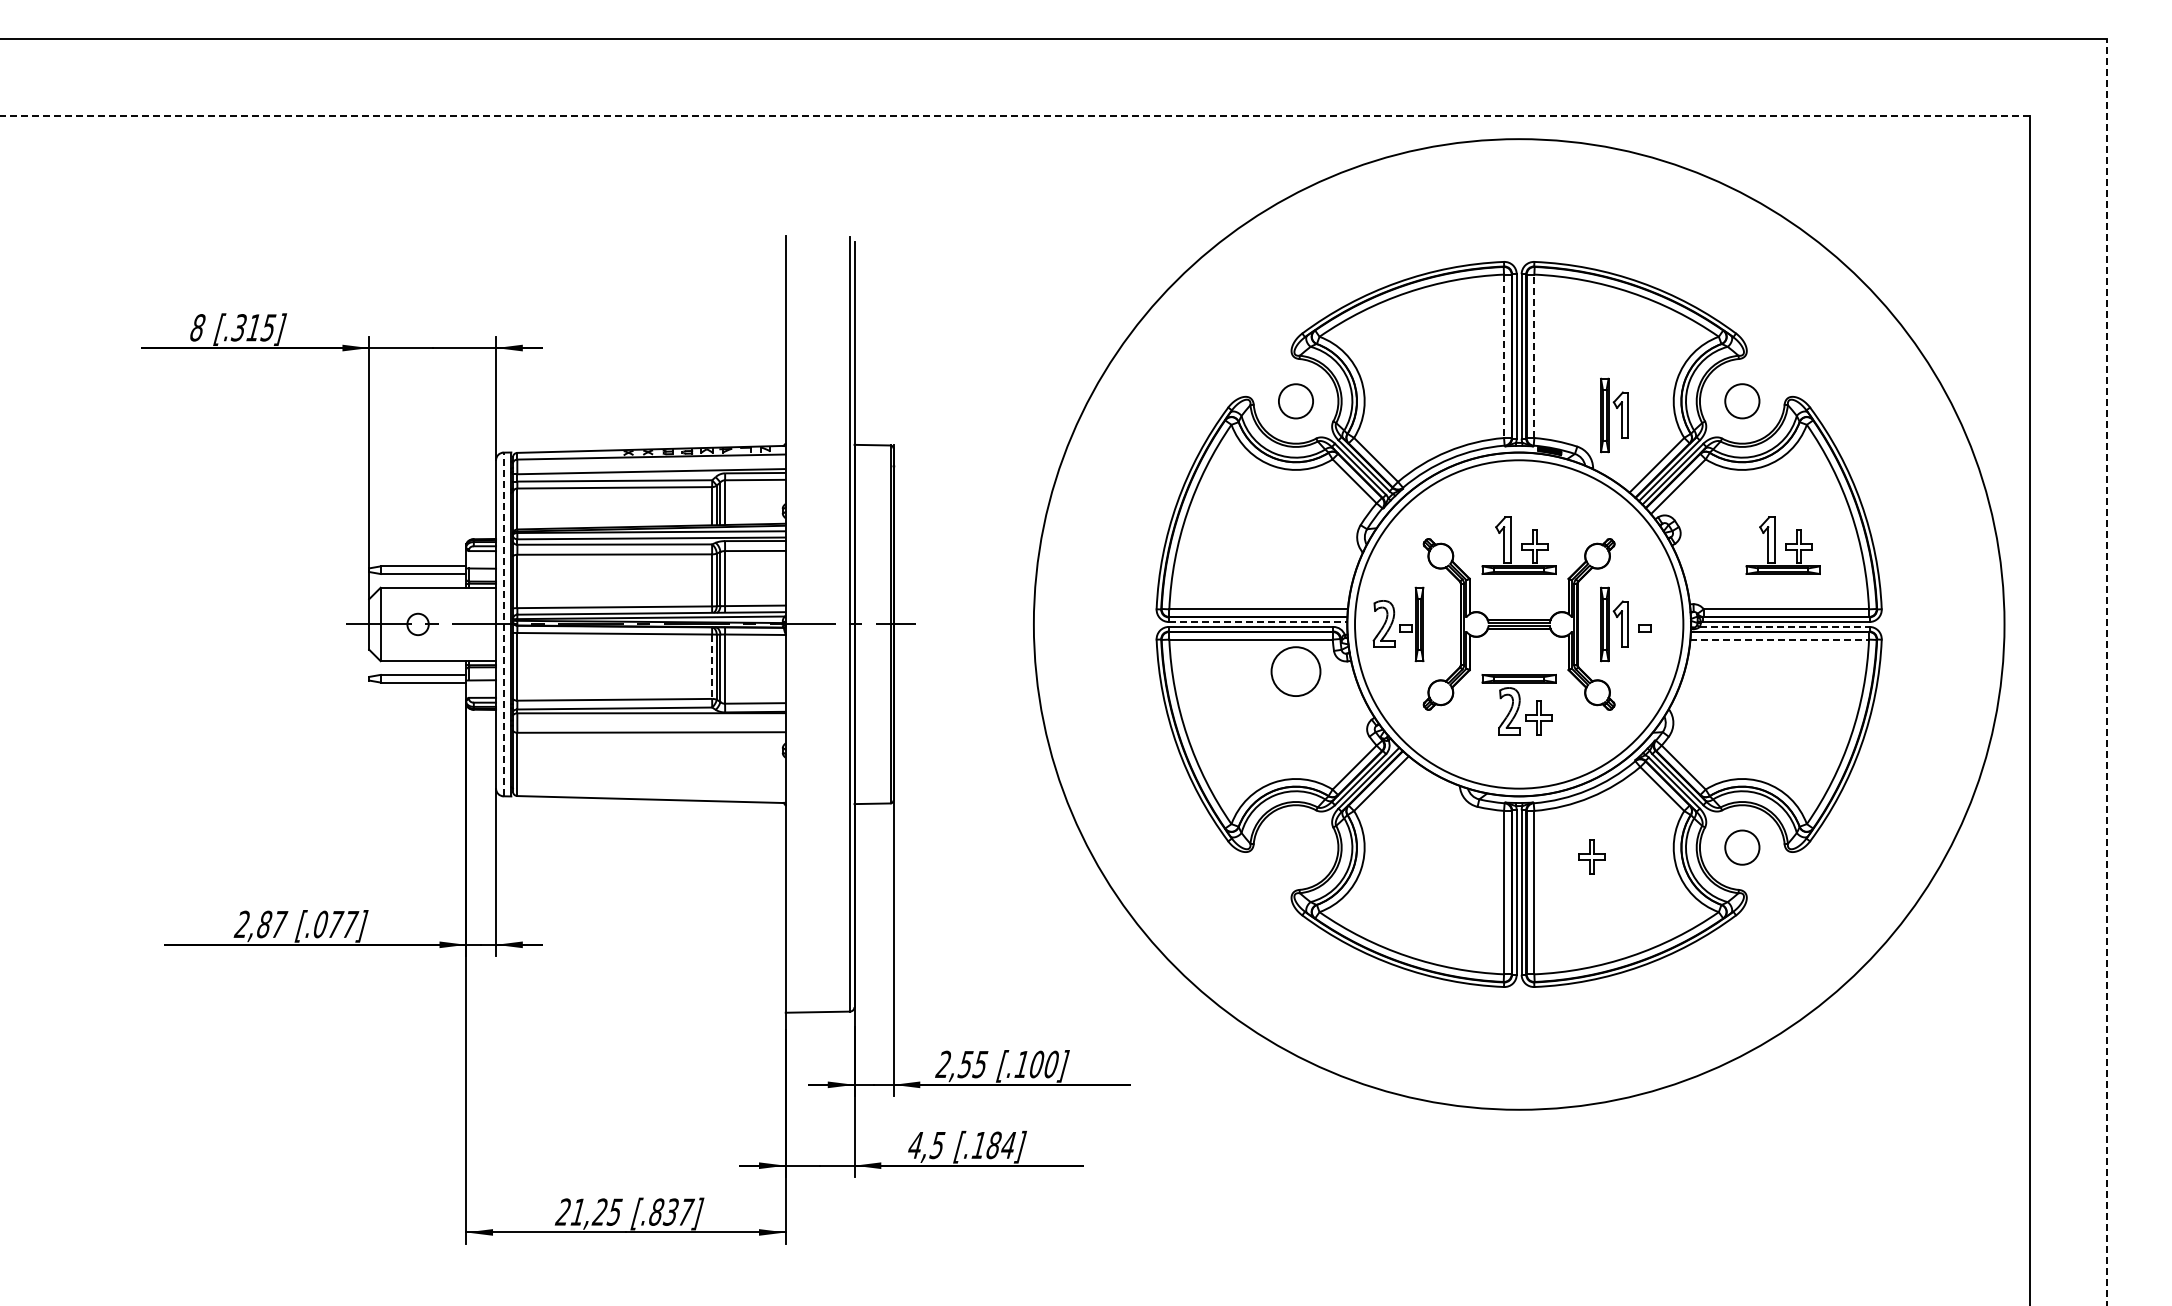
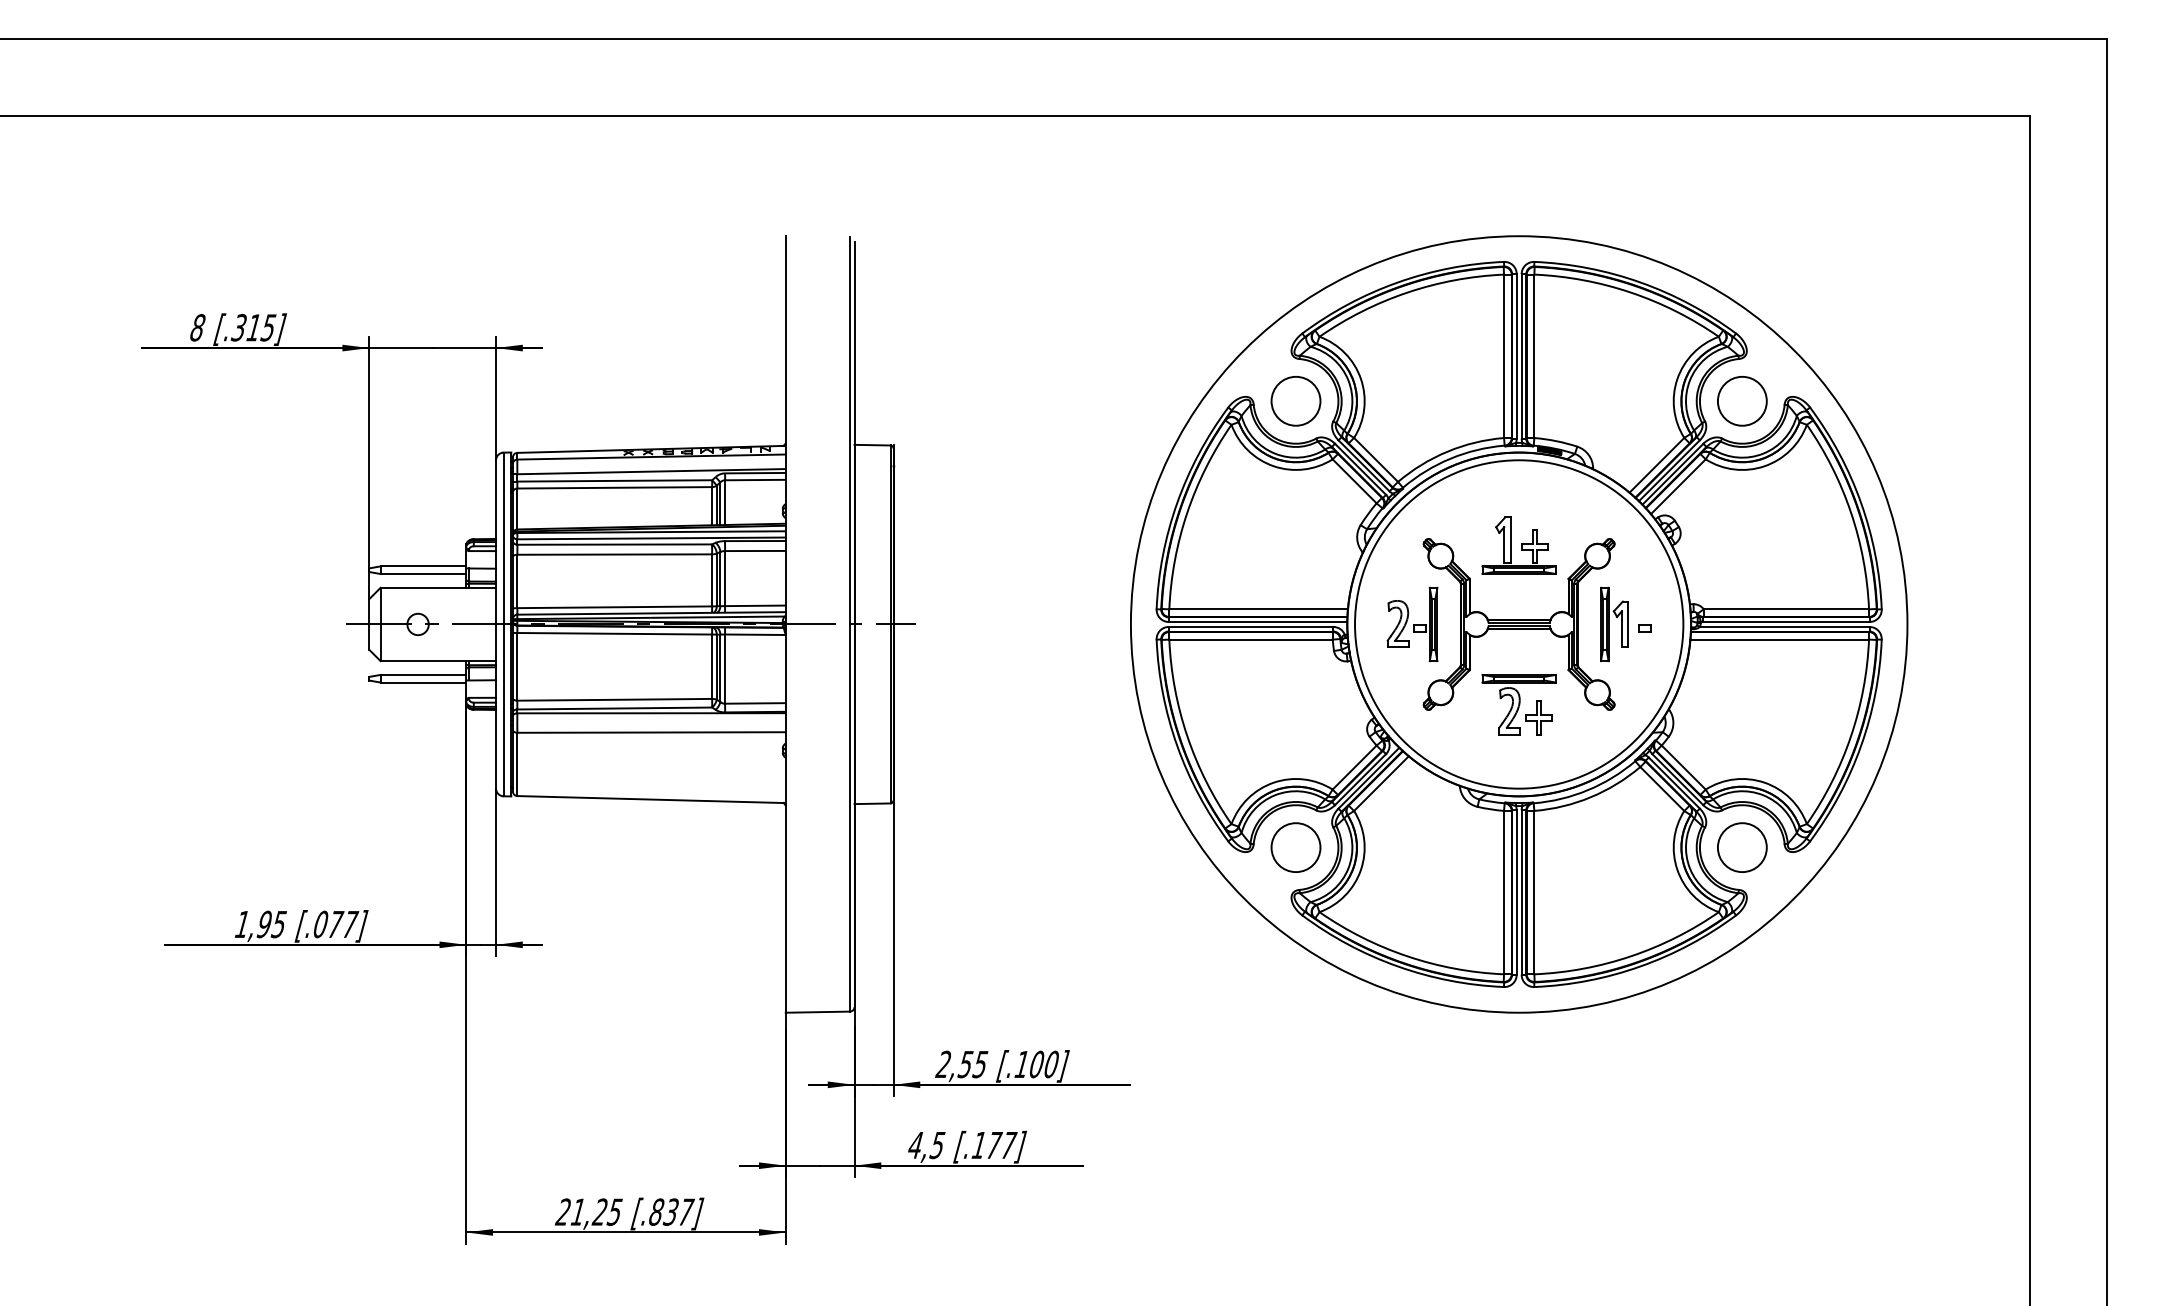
line at (1014, 115): dashed -> solid
line at (1504, 356): dashed -> solid
line at (1534, 356): dashed -> solid
circle at (1295, 401) size: 36x37 px -> 52x51 px
circle at (1742, 401) diameter: 34 px -> 49 px
part at (1614, 415): present -> none
part at (1782, 545): present -> none
line at (1258, 622): dashed -> solid
line at (503, 624): dashed -> solid
part at (1398, 624) position: (1398, 624) -> (1412, 624)
circle at (1518, 624) diameter: 971 px -> 777 px
line at (1784, 626): dashed -> solid
line at (1780, 639): dashed -> solid
line at (712, 667): dashed -> solid
circle at (1295, 671) position: (1295, 671) -> (1295, 847)
line at (2106, 672): dashed -> solid
circle at (1742, 847) diameter: 34 px -> 49 px
part at (1591, 856): present -> none
text at (260, 924): 2,87 -> 1,95
text at (1001, 1145): [.184] -> [.177]
